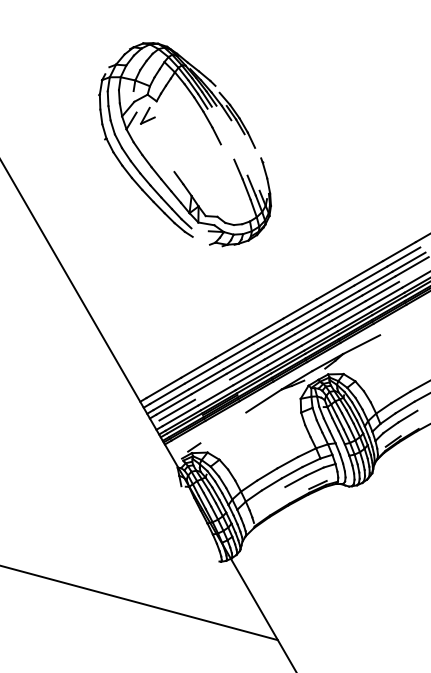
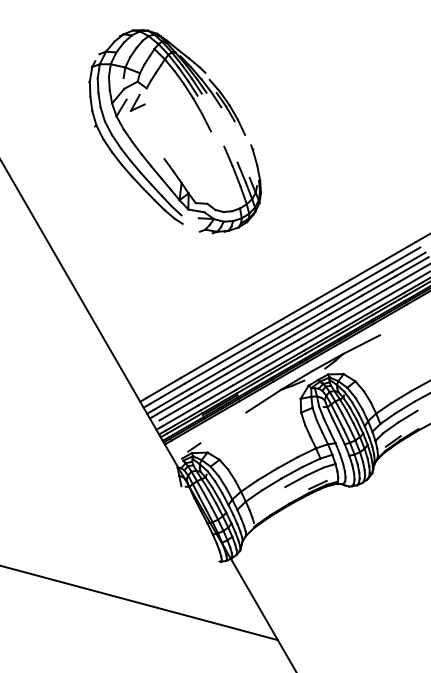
part at (175, 171) position: (175, 171) -> (165, 158)
line at (413, 273): none -> present
line at (212, 389): none -> present
